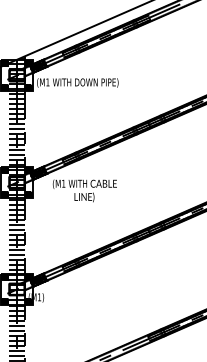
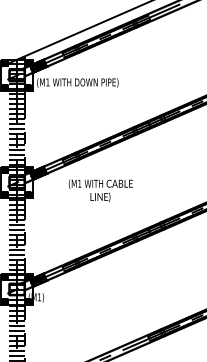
text at (84, 190) position: (84, 190) -> (100, 190)
